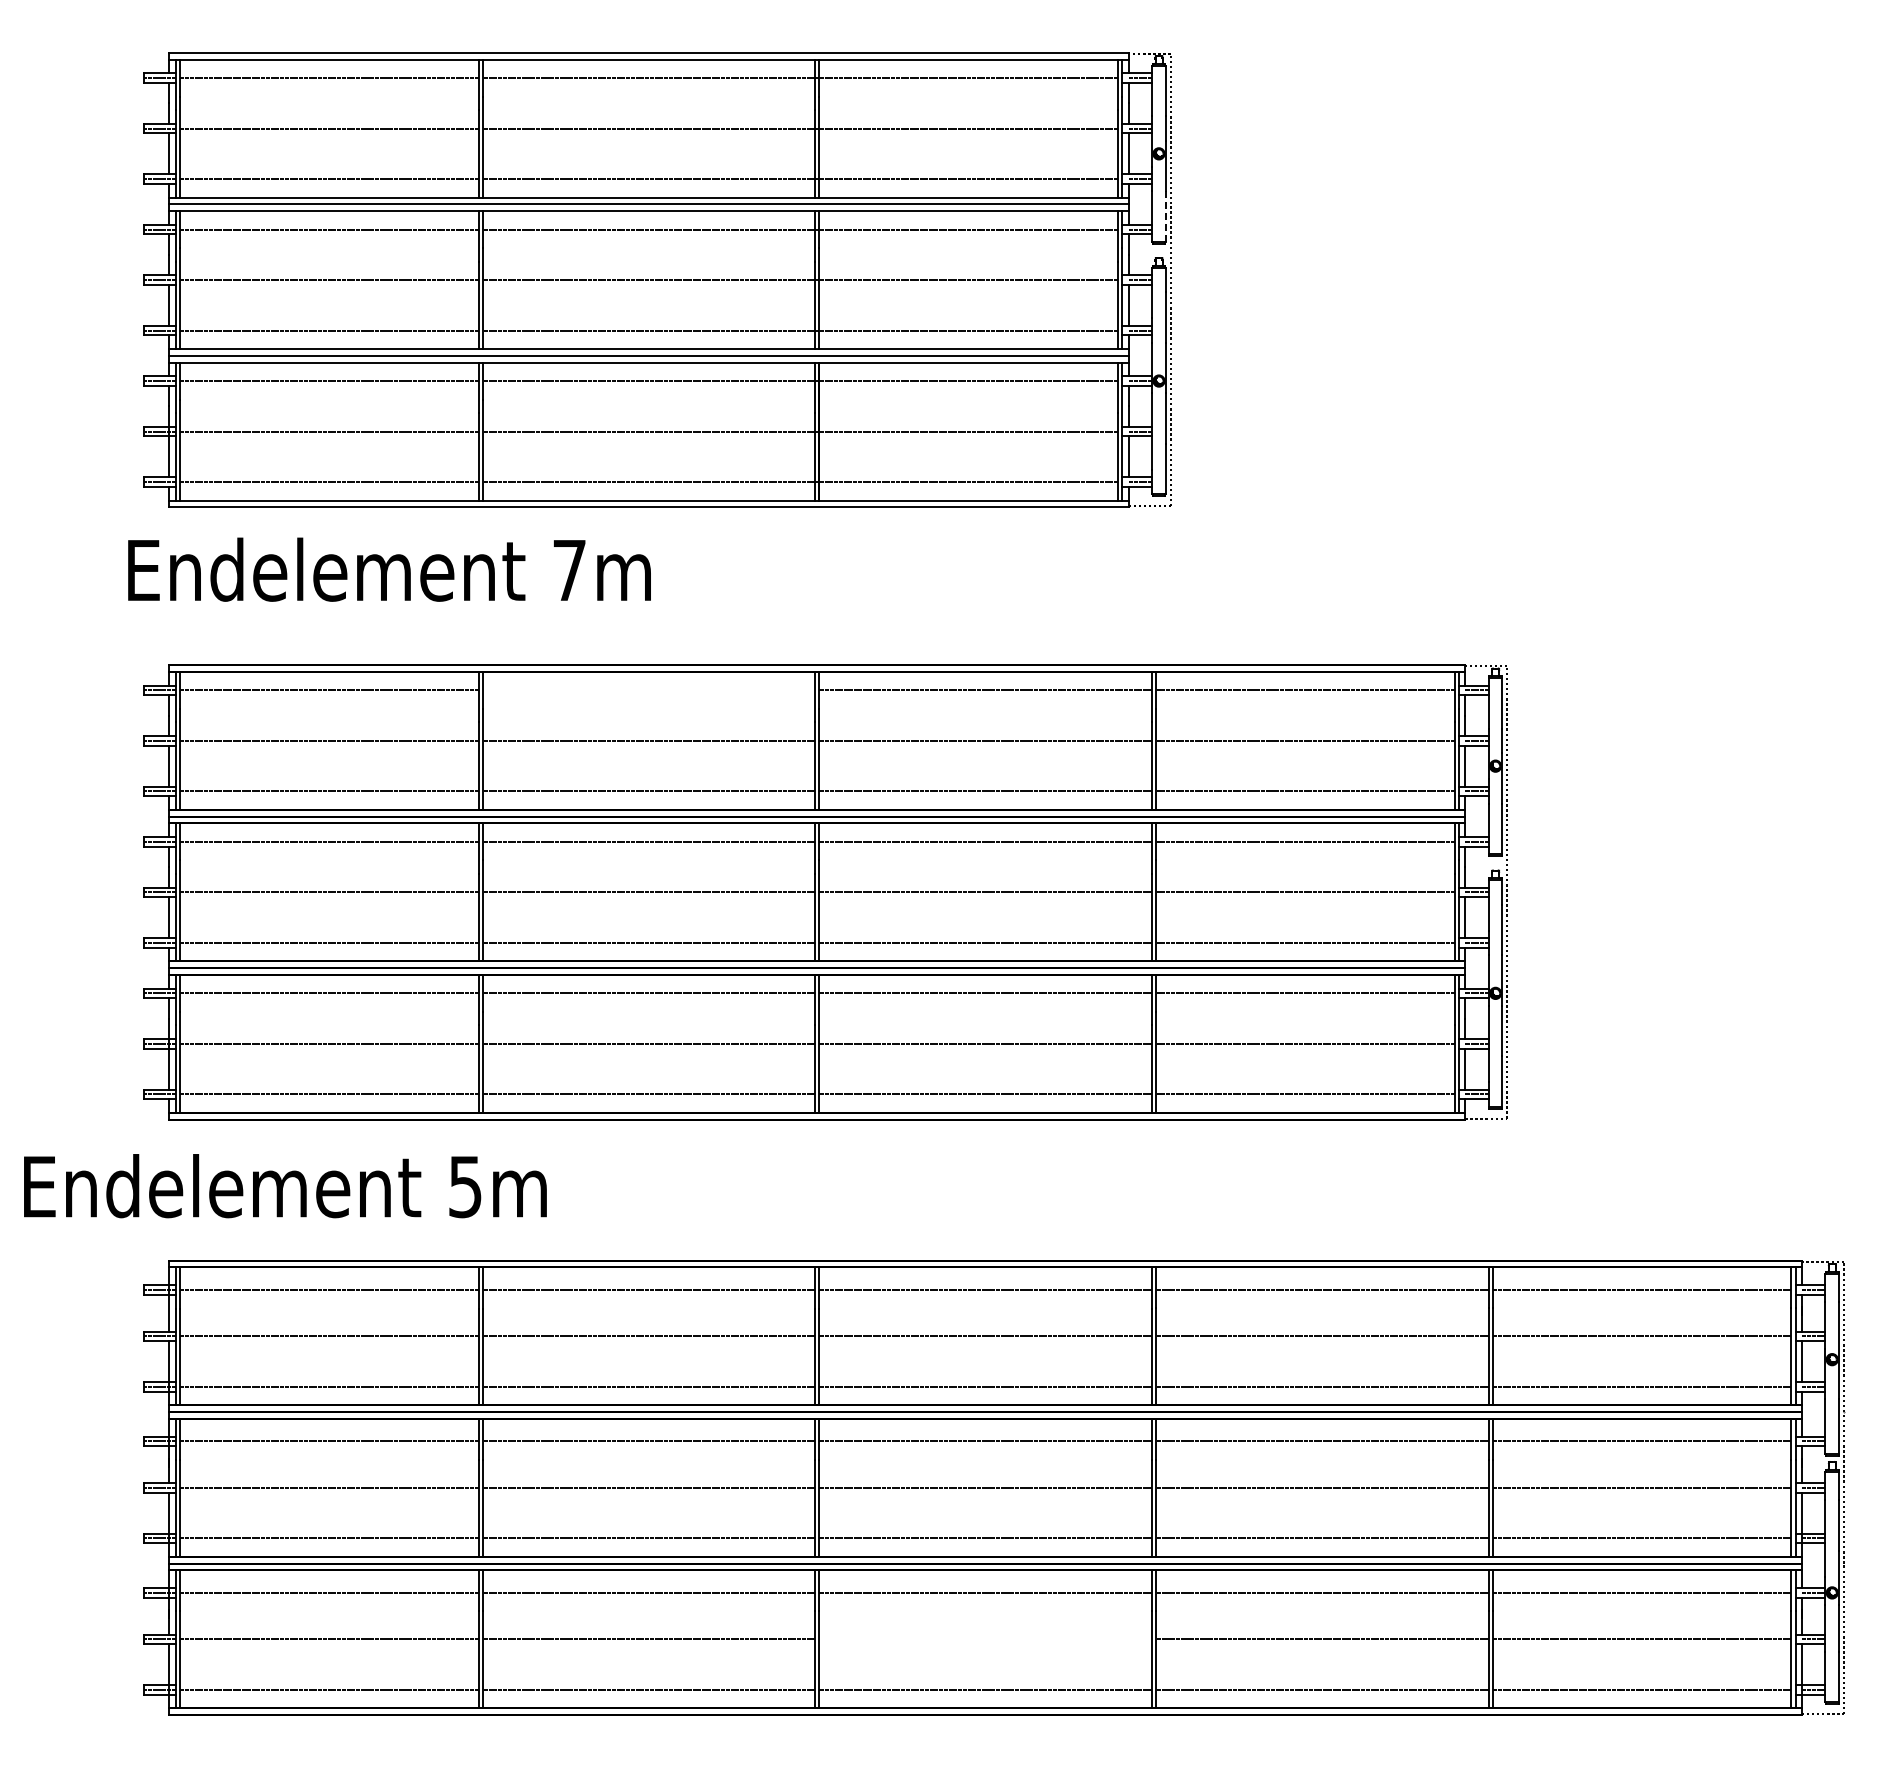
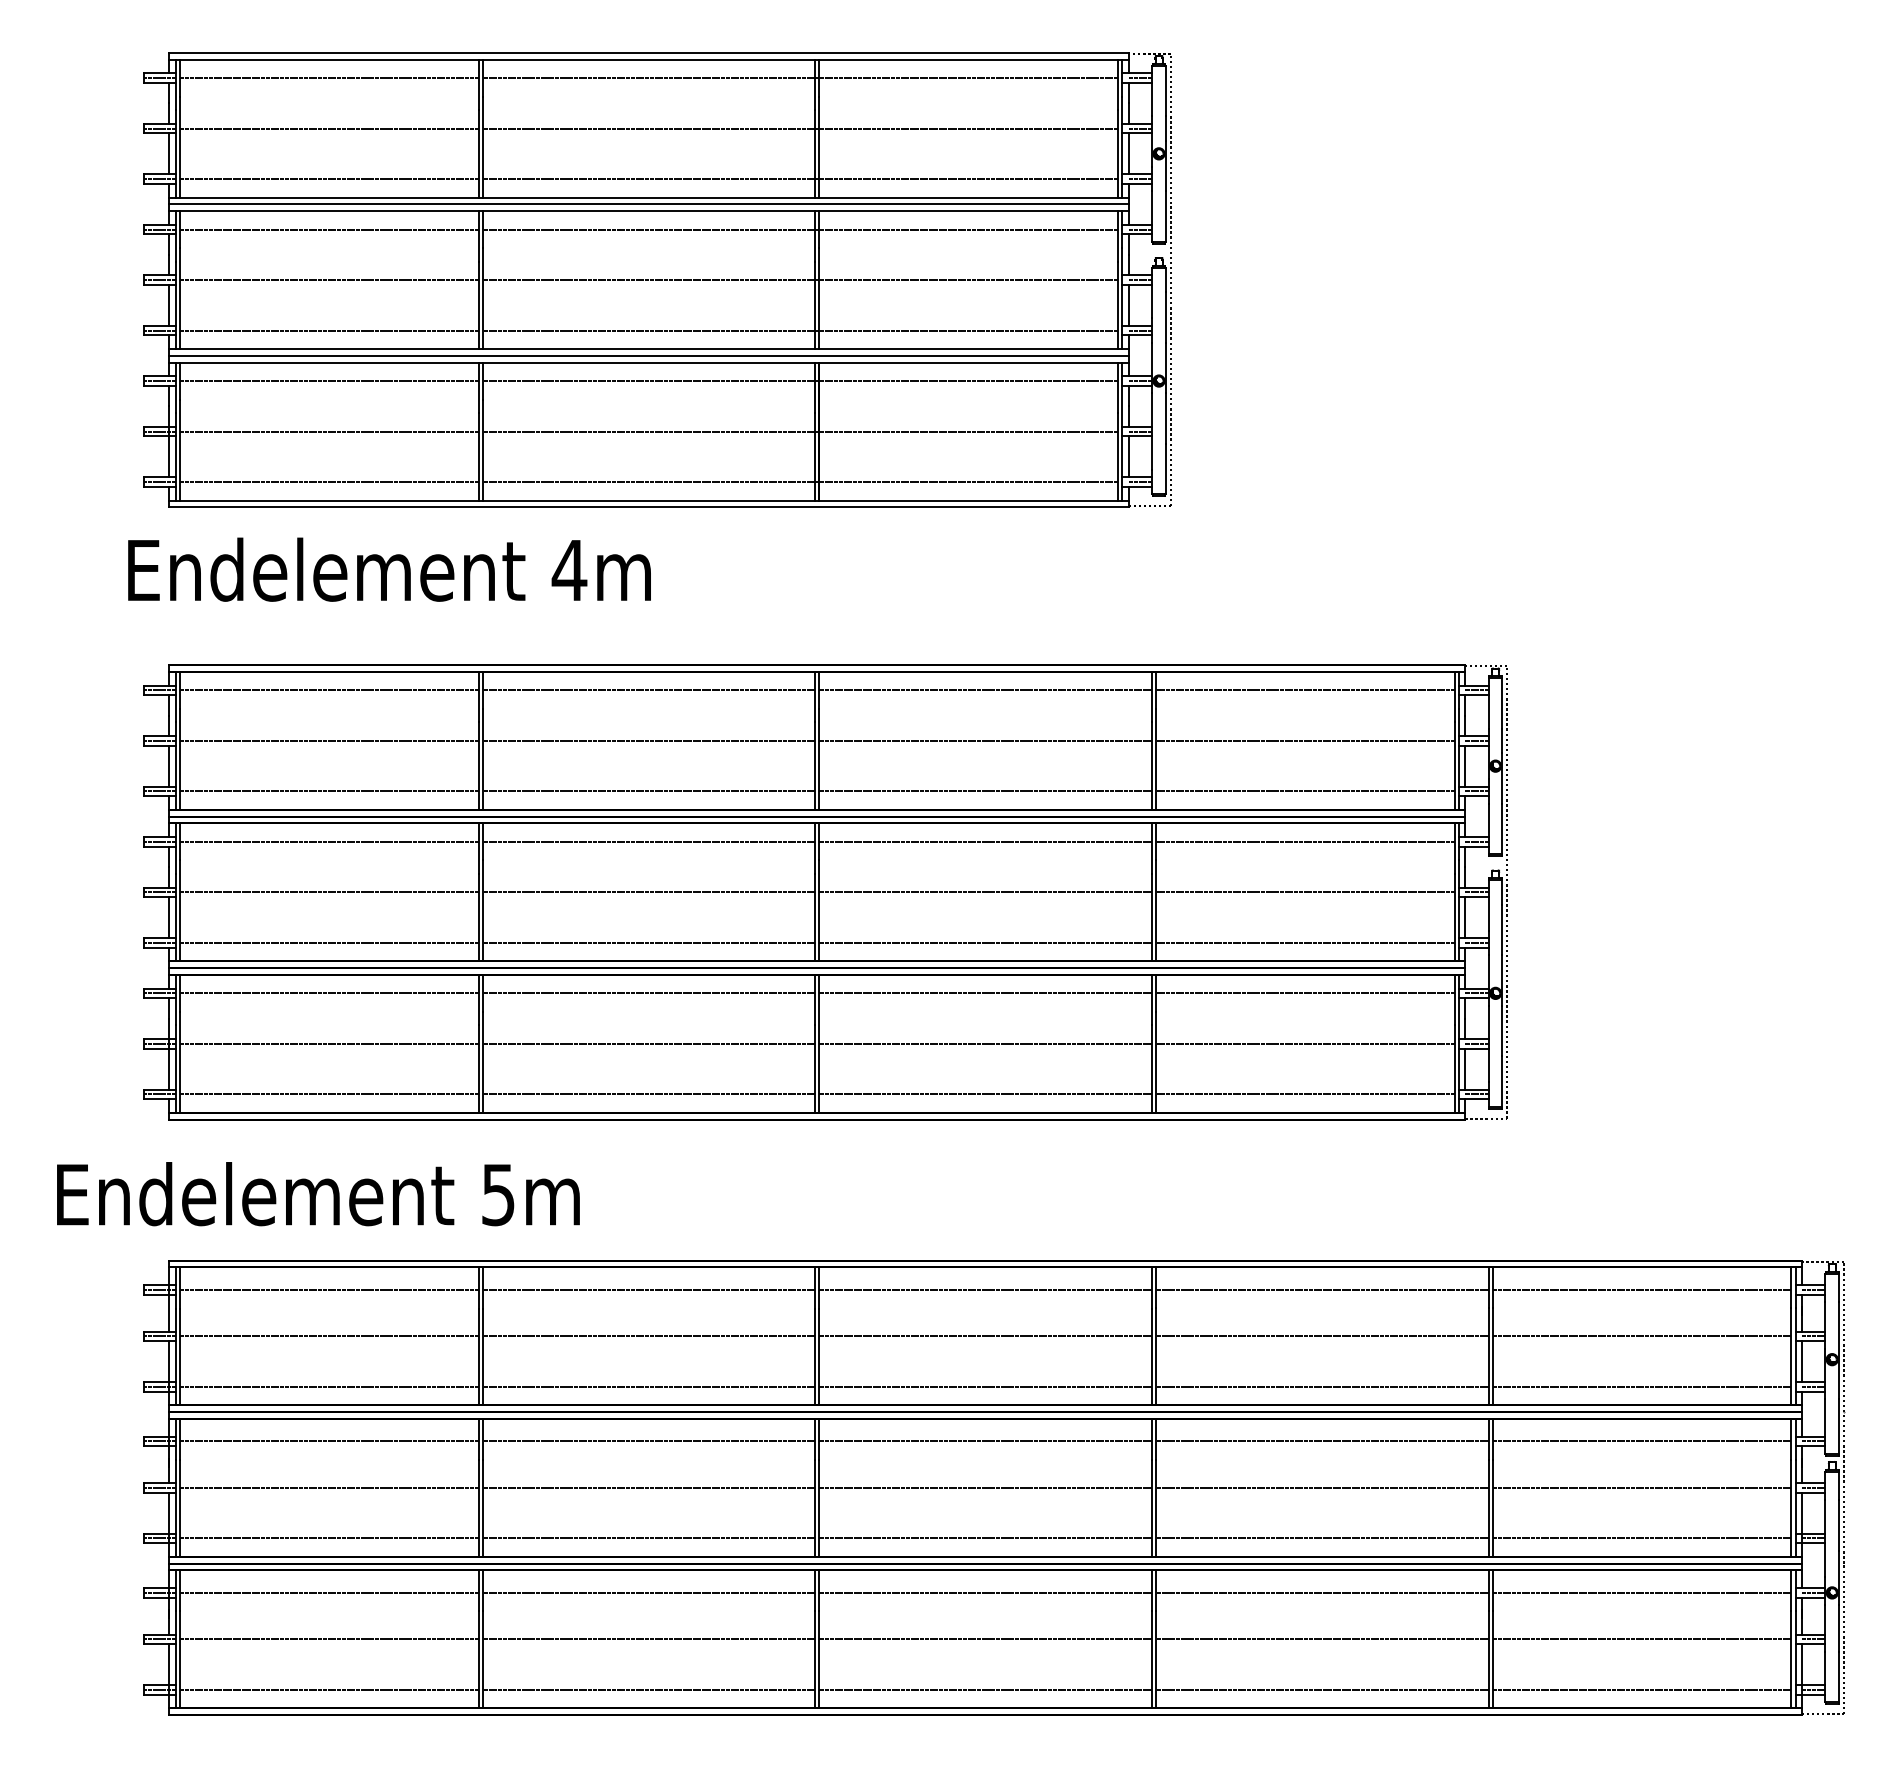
line at (1165, 216): dashed -> solid
text at (569, 570): 7m -> 4m
line at (648, 690): none -> present
text at (285, 1186) position: (285, 1186) -> (318, 1194)
line at (985, 1639): none -> present
